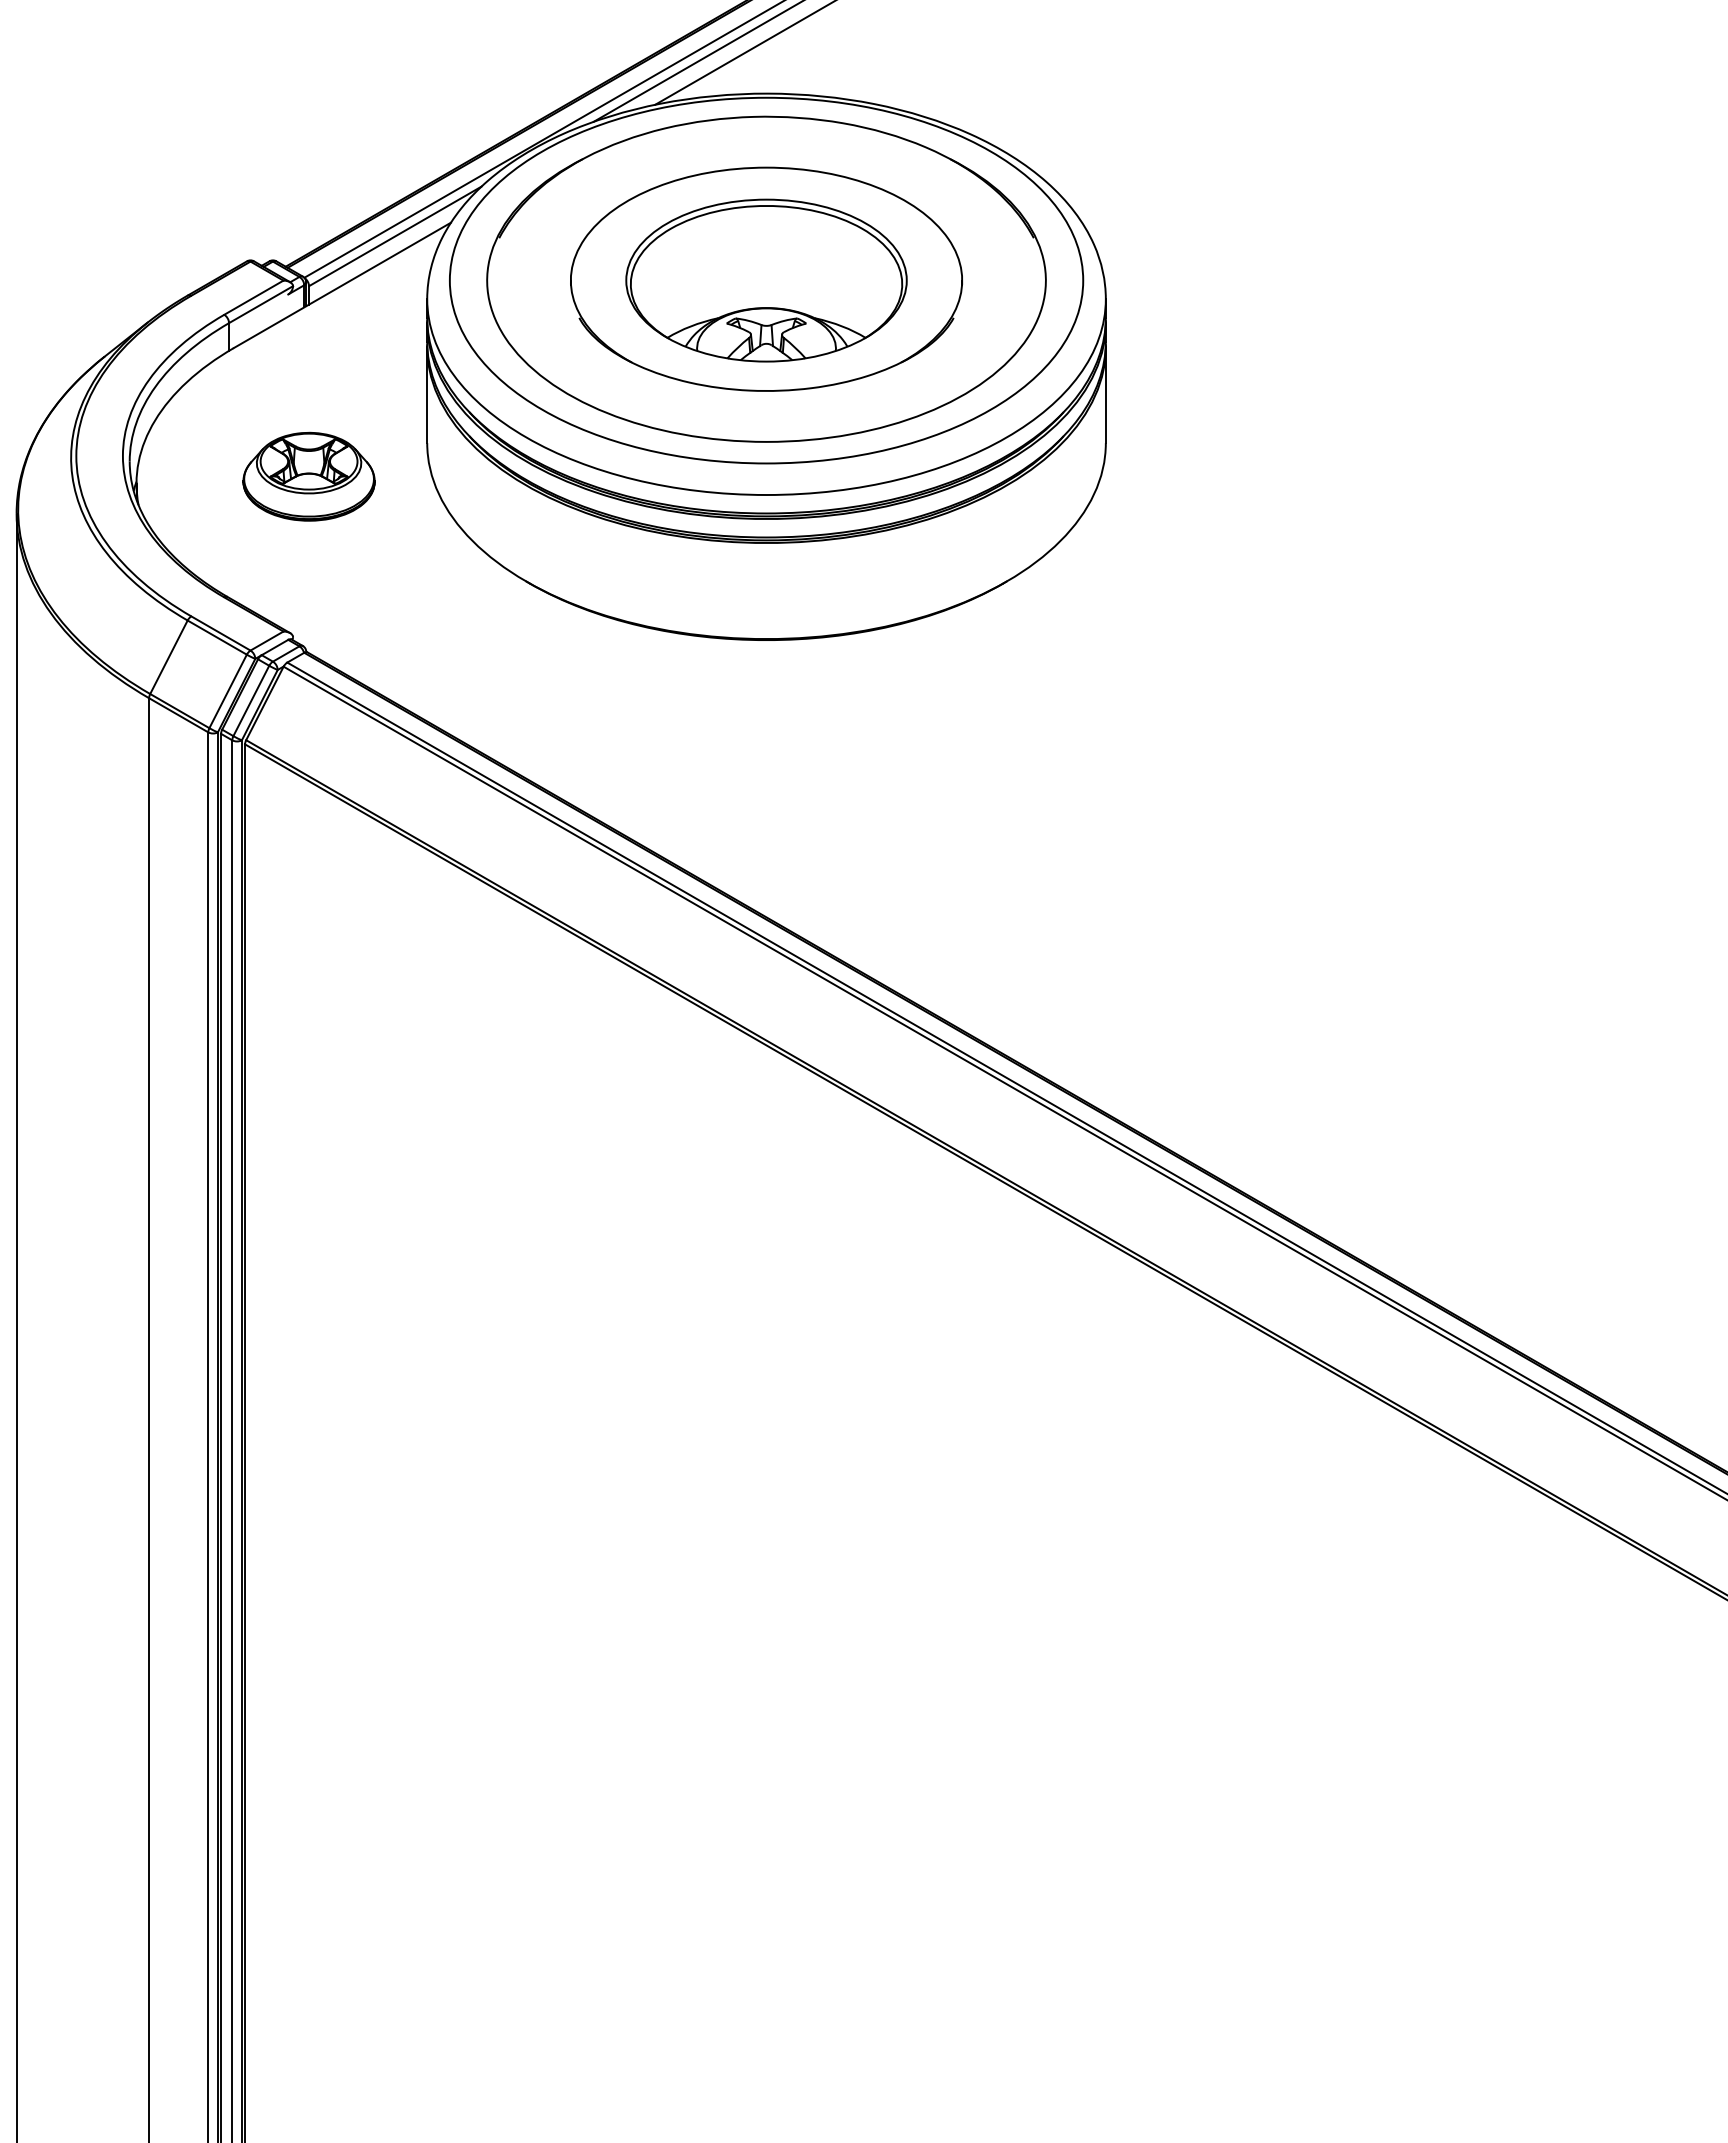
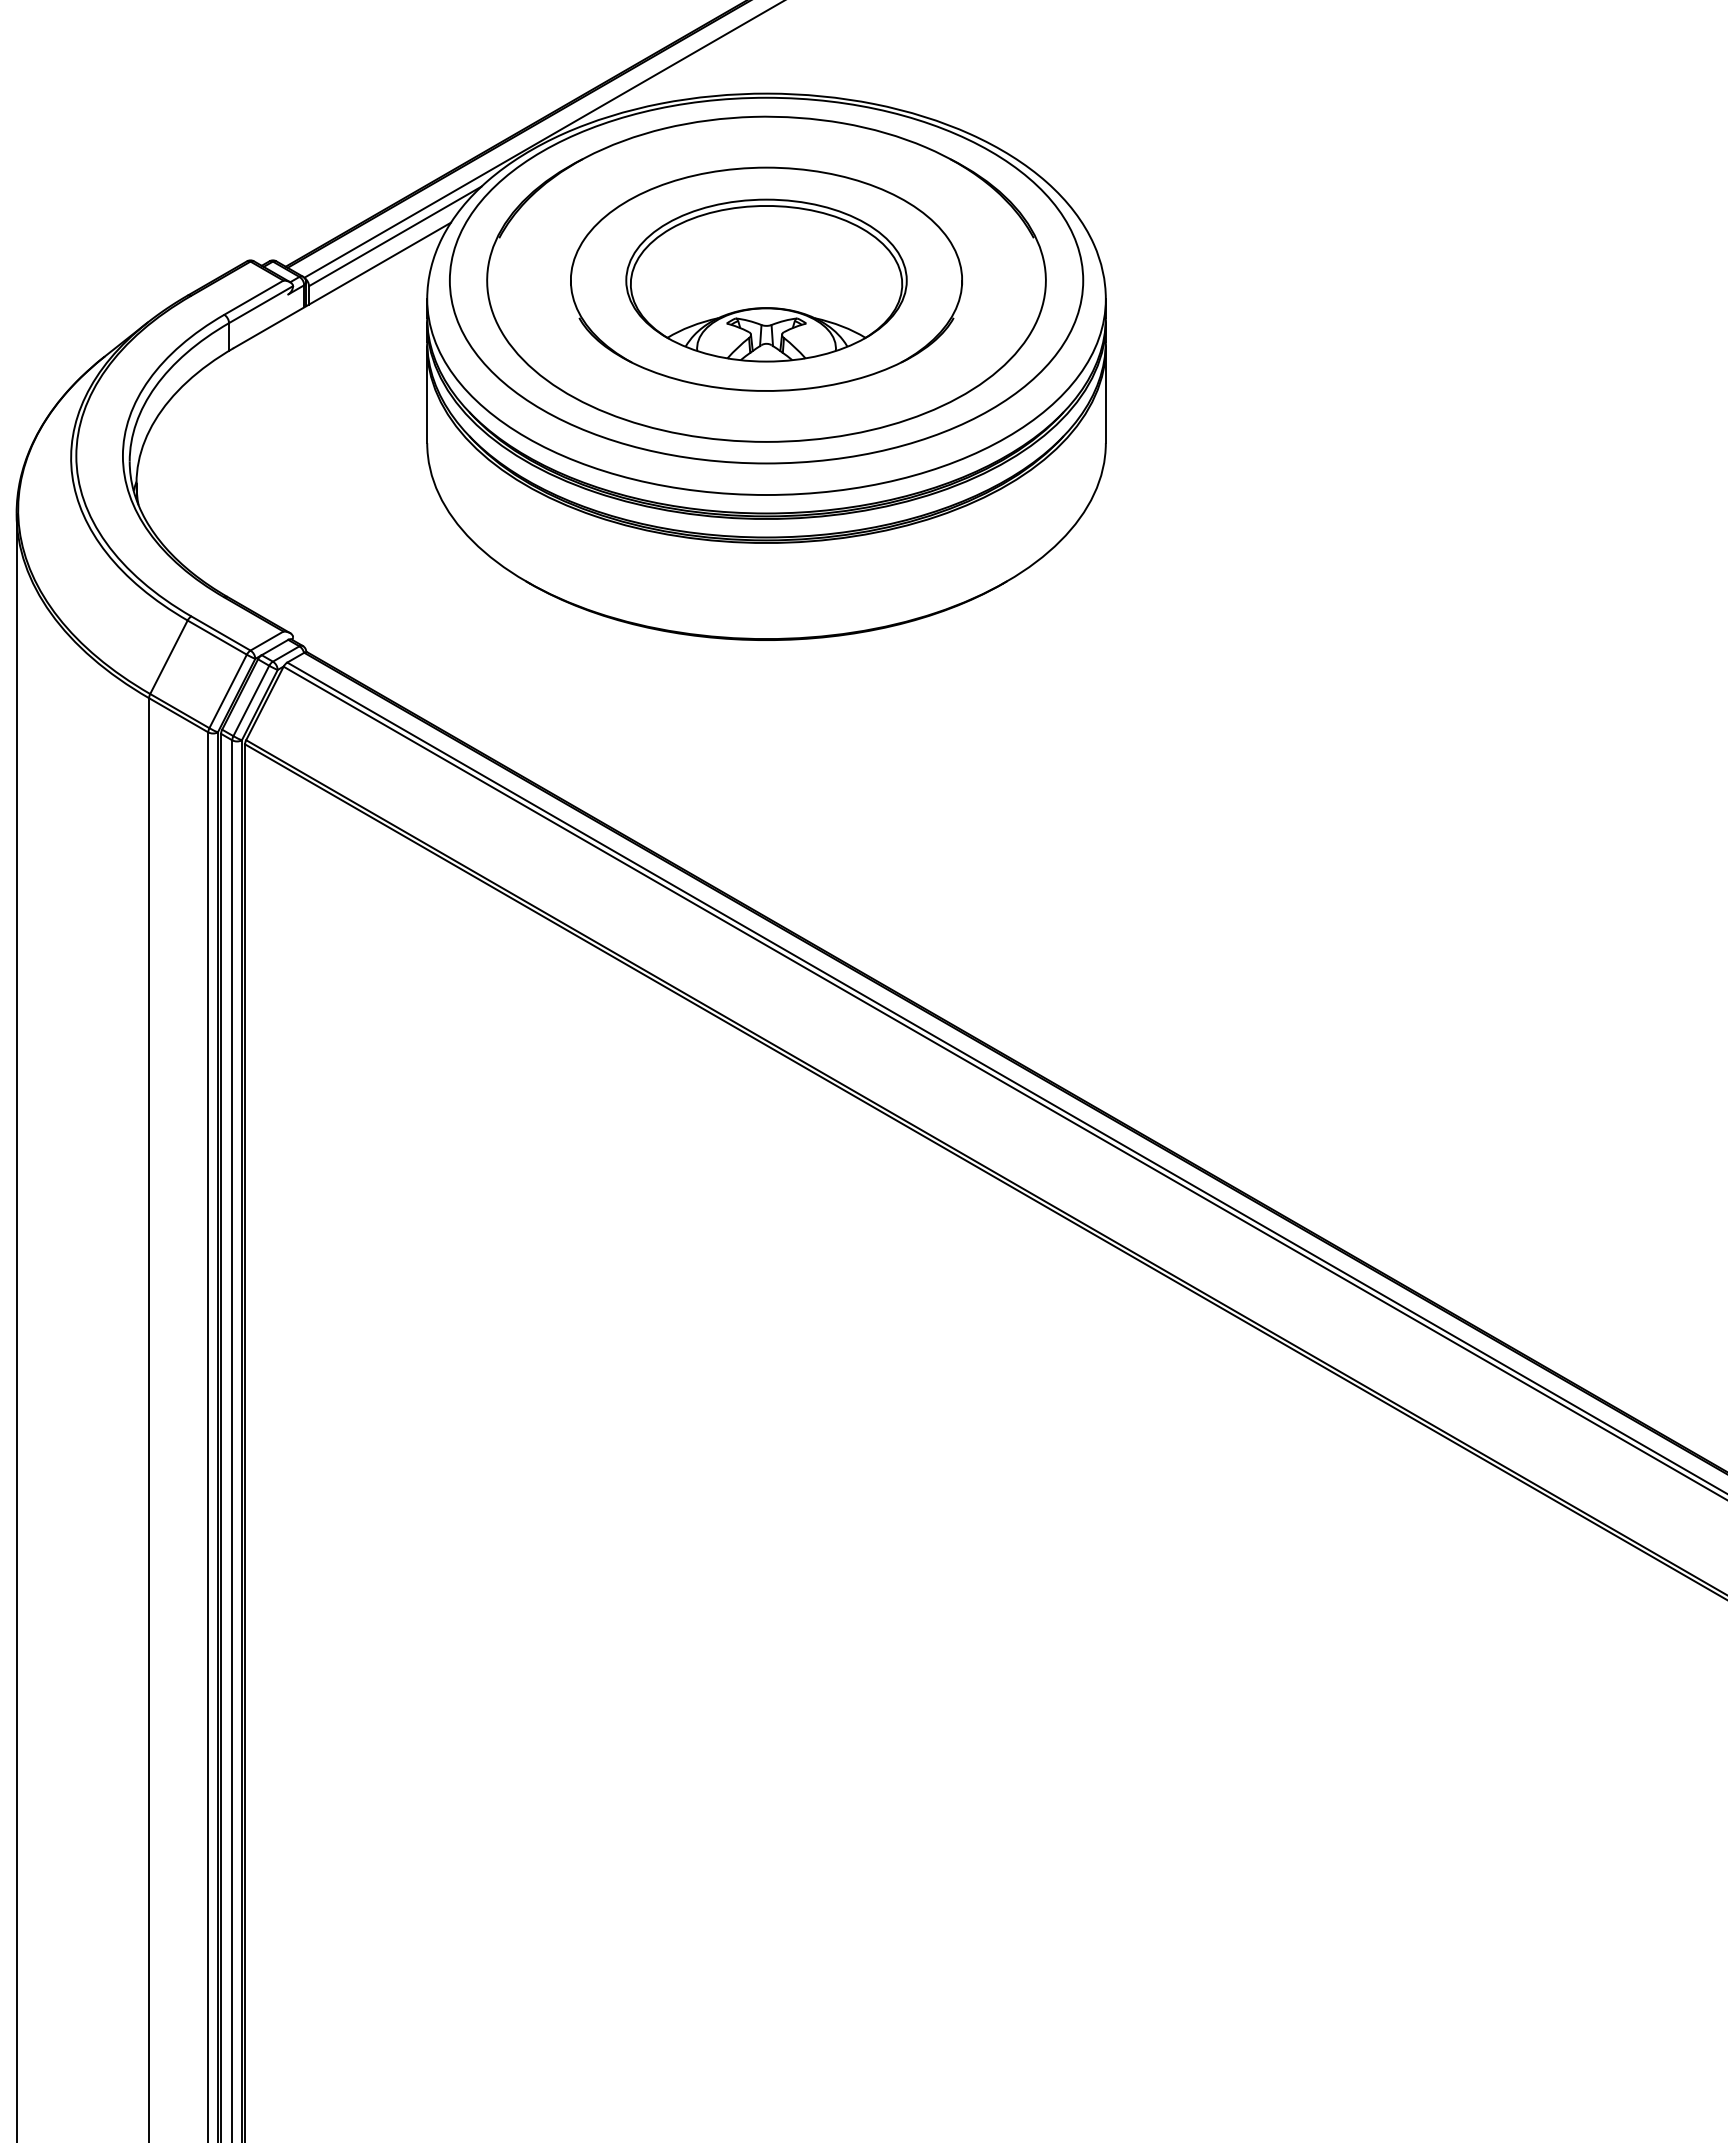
line at (743, 53): present -> none
line at (696, 61): present -> none
part at (308, 476): present -> none
